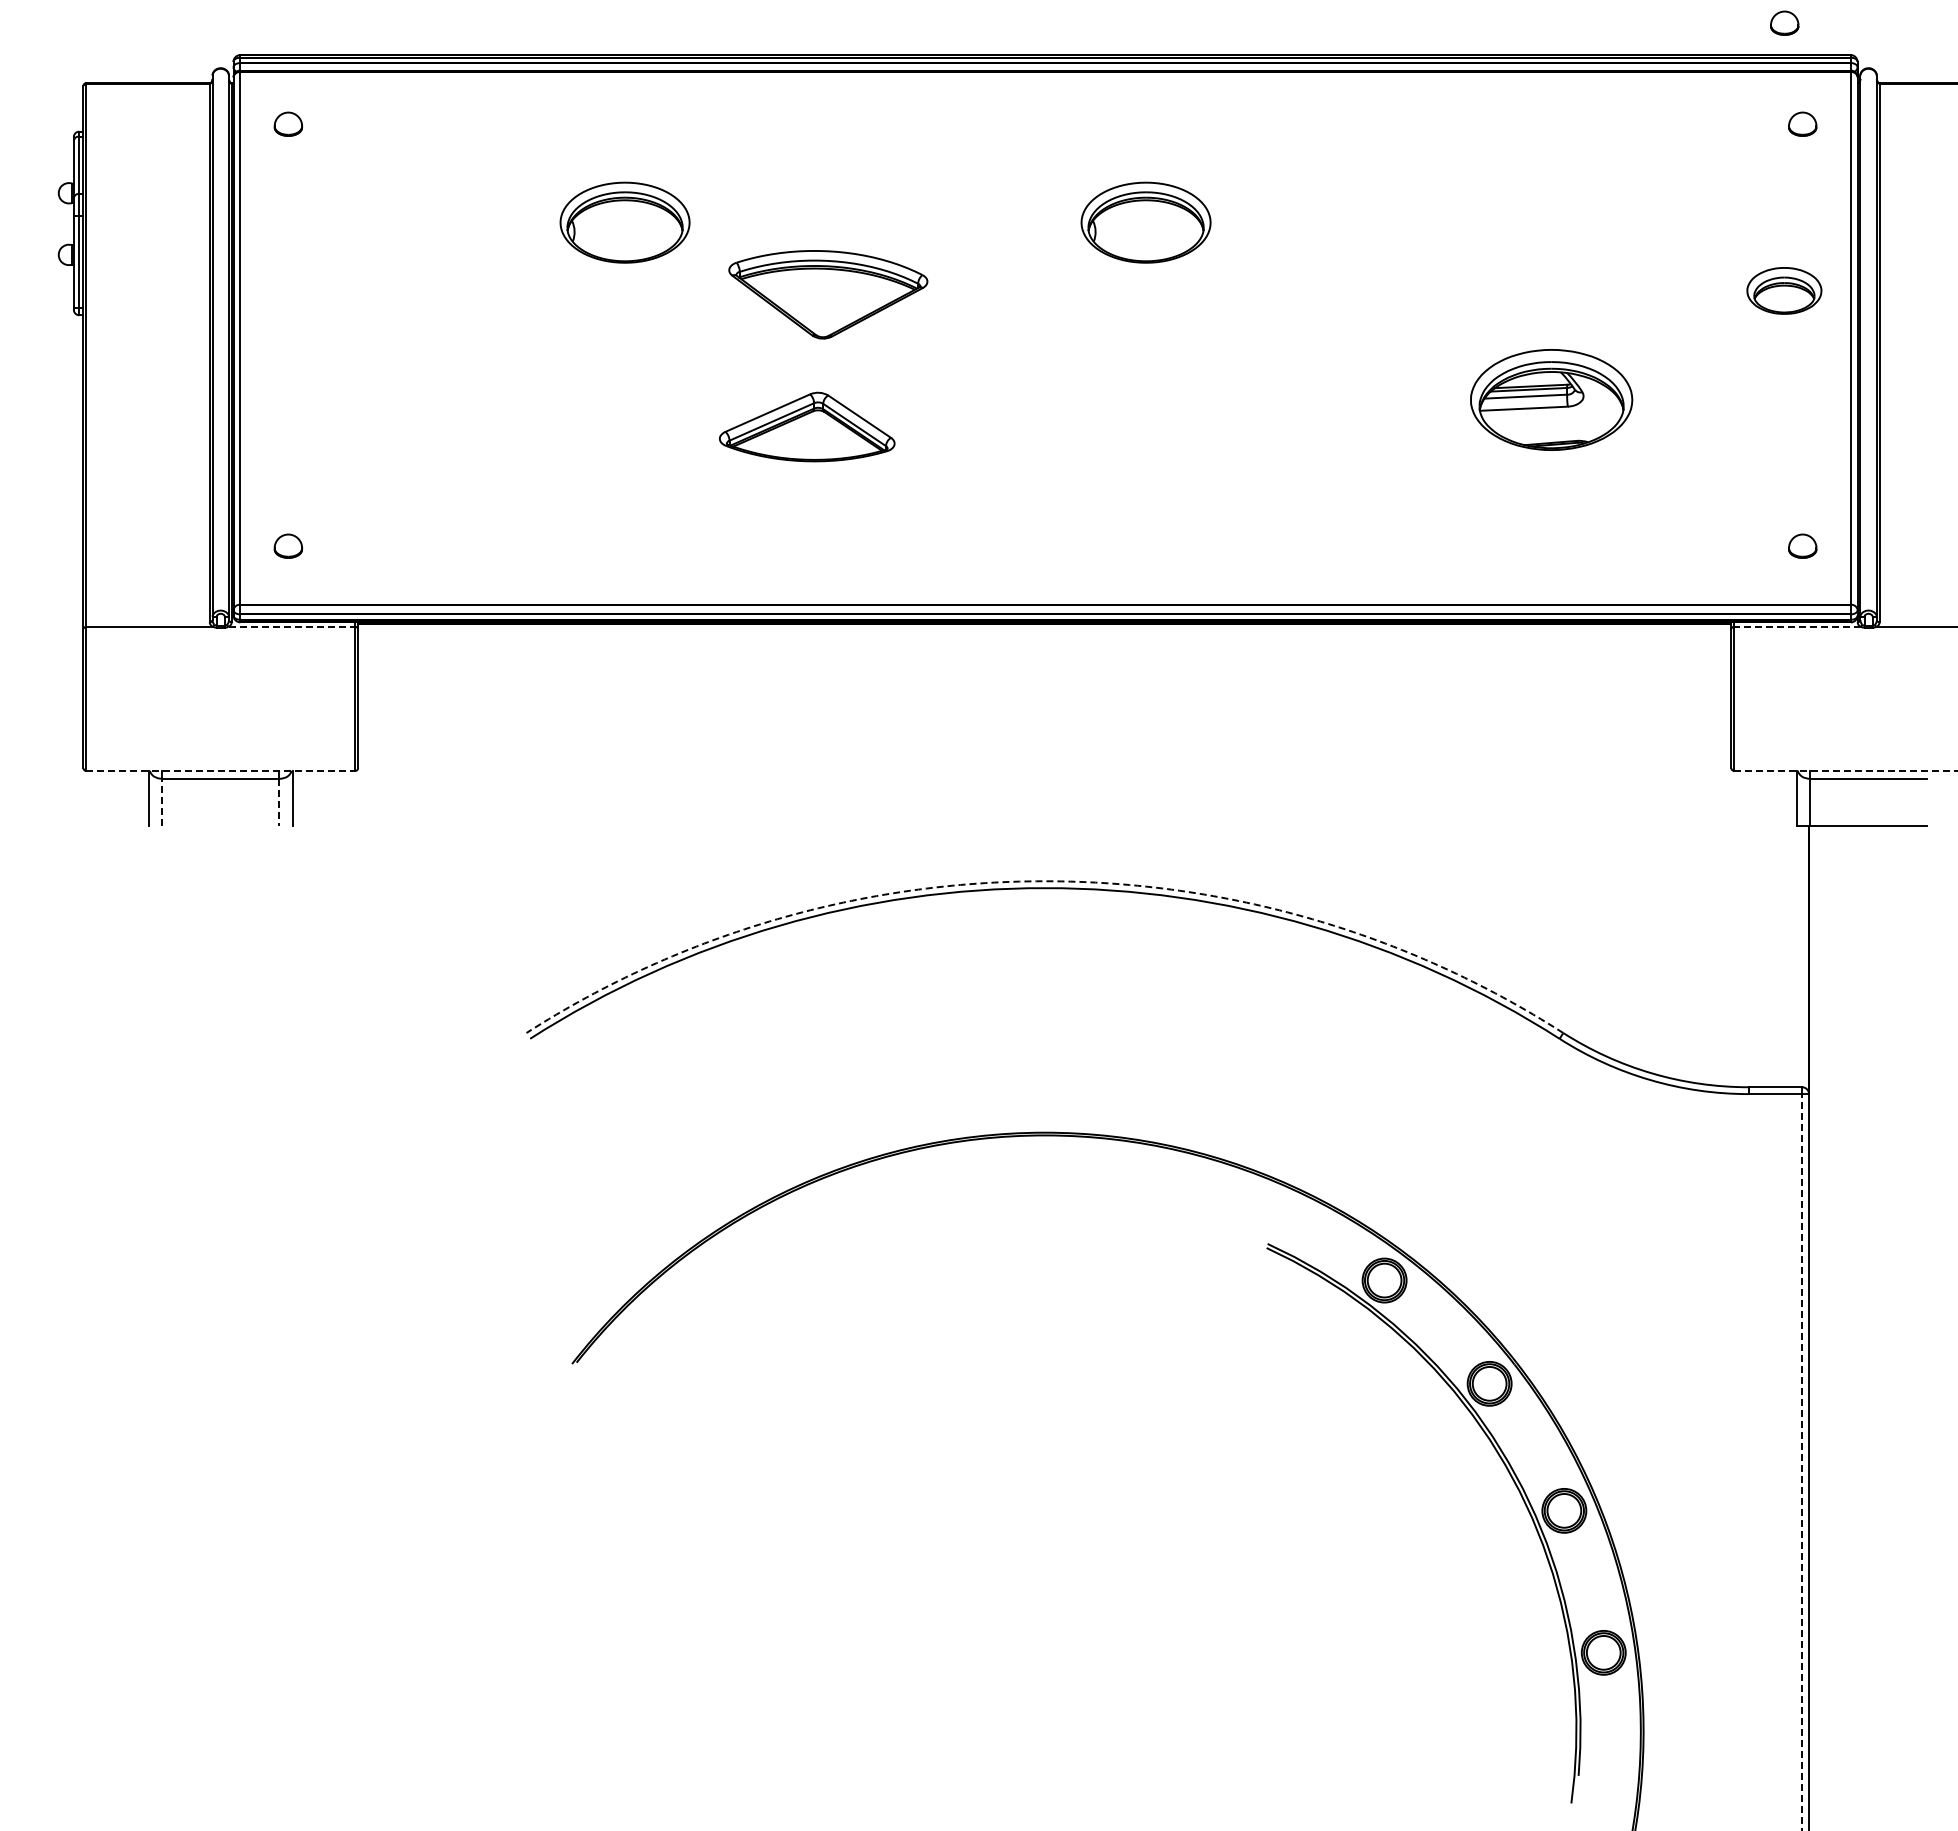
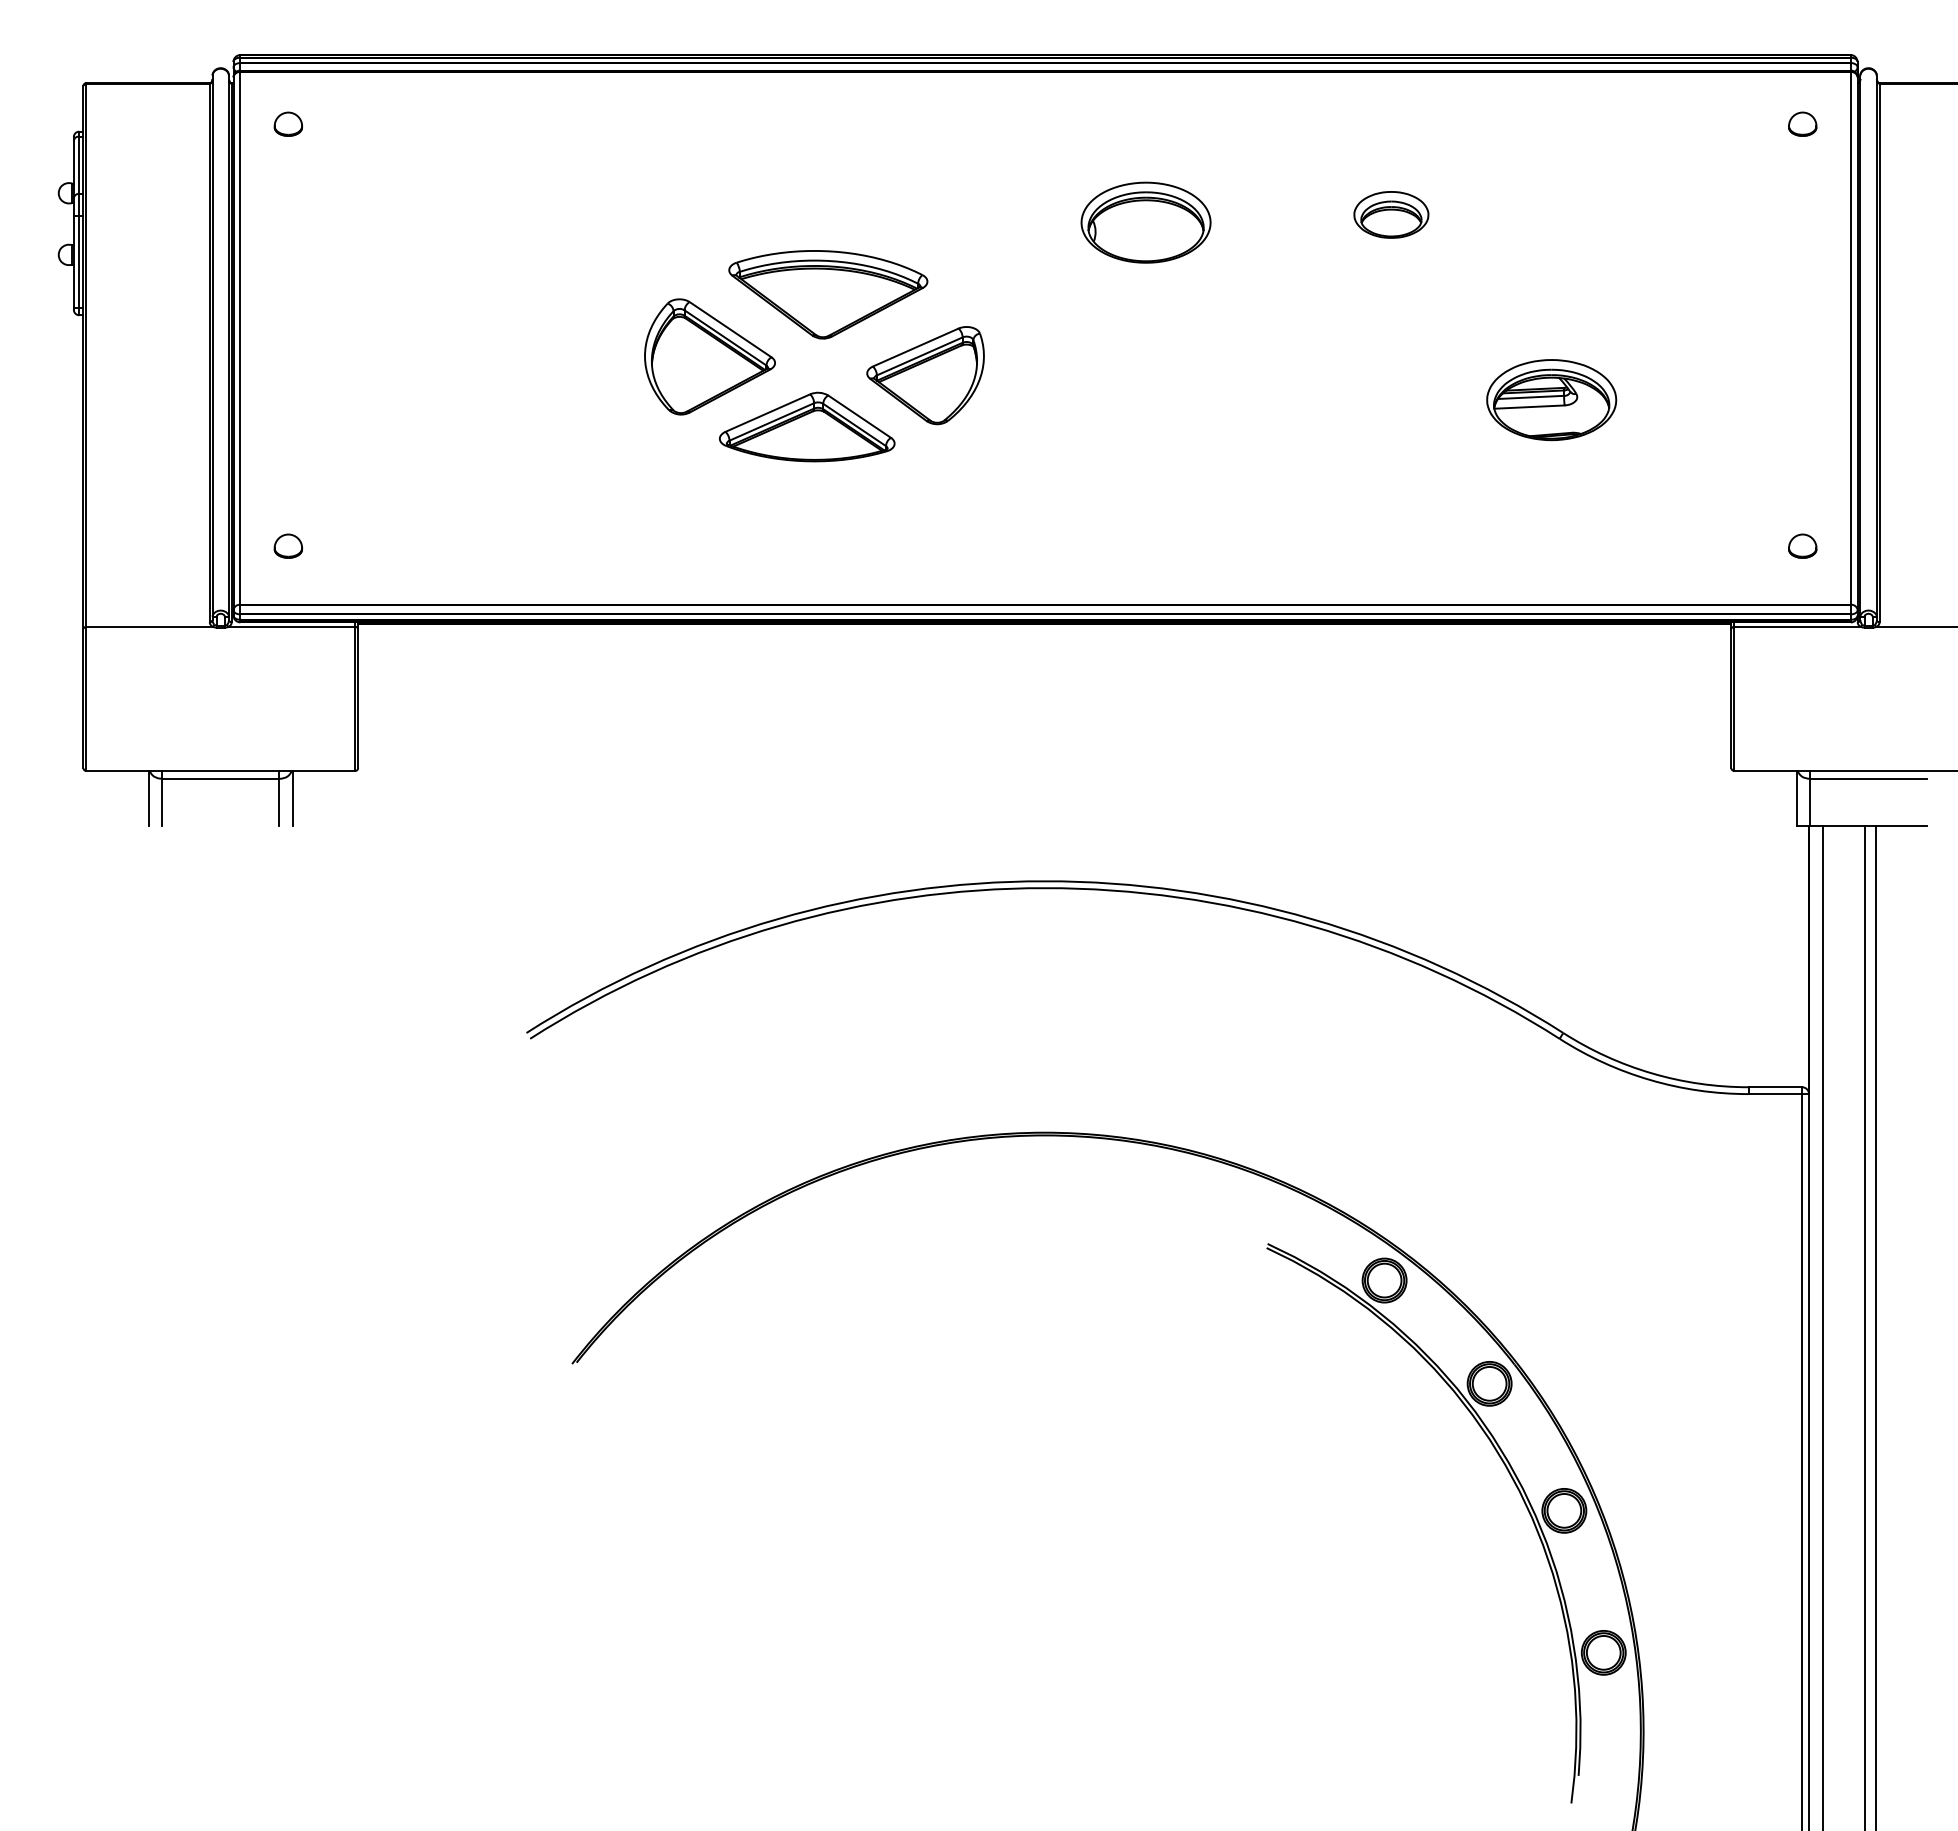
part at (1784, 22): present -> none
part at (624, 222): present -> none
part at (1784, 290) position: (1784, 290) -> (1391, 214)
part at (709, 356): none -> present
part at (925, 375): none -> present
part at (1551, 399) size: 164x102 px -> 132x83 px
line at (292, 626): dashed -> solid
line at (1796, 626): dashed -> solid
line at (220, 770): dashed -> solid
line at (1845, 770): dashed -> solid
line at (162, 801): dashed -> solid
line at (279, 802): dashed -> solid
arc at (1044, 881): dashed -> solid
line at (1822, 1326): none -> present
line at (1865, 1326): none -> present
line at (1876, 1326): none -> present
line at (1802, 1461): dashed -> solid
